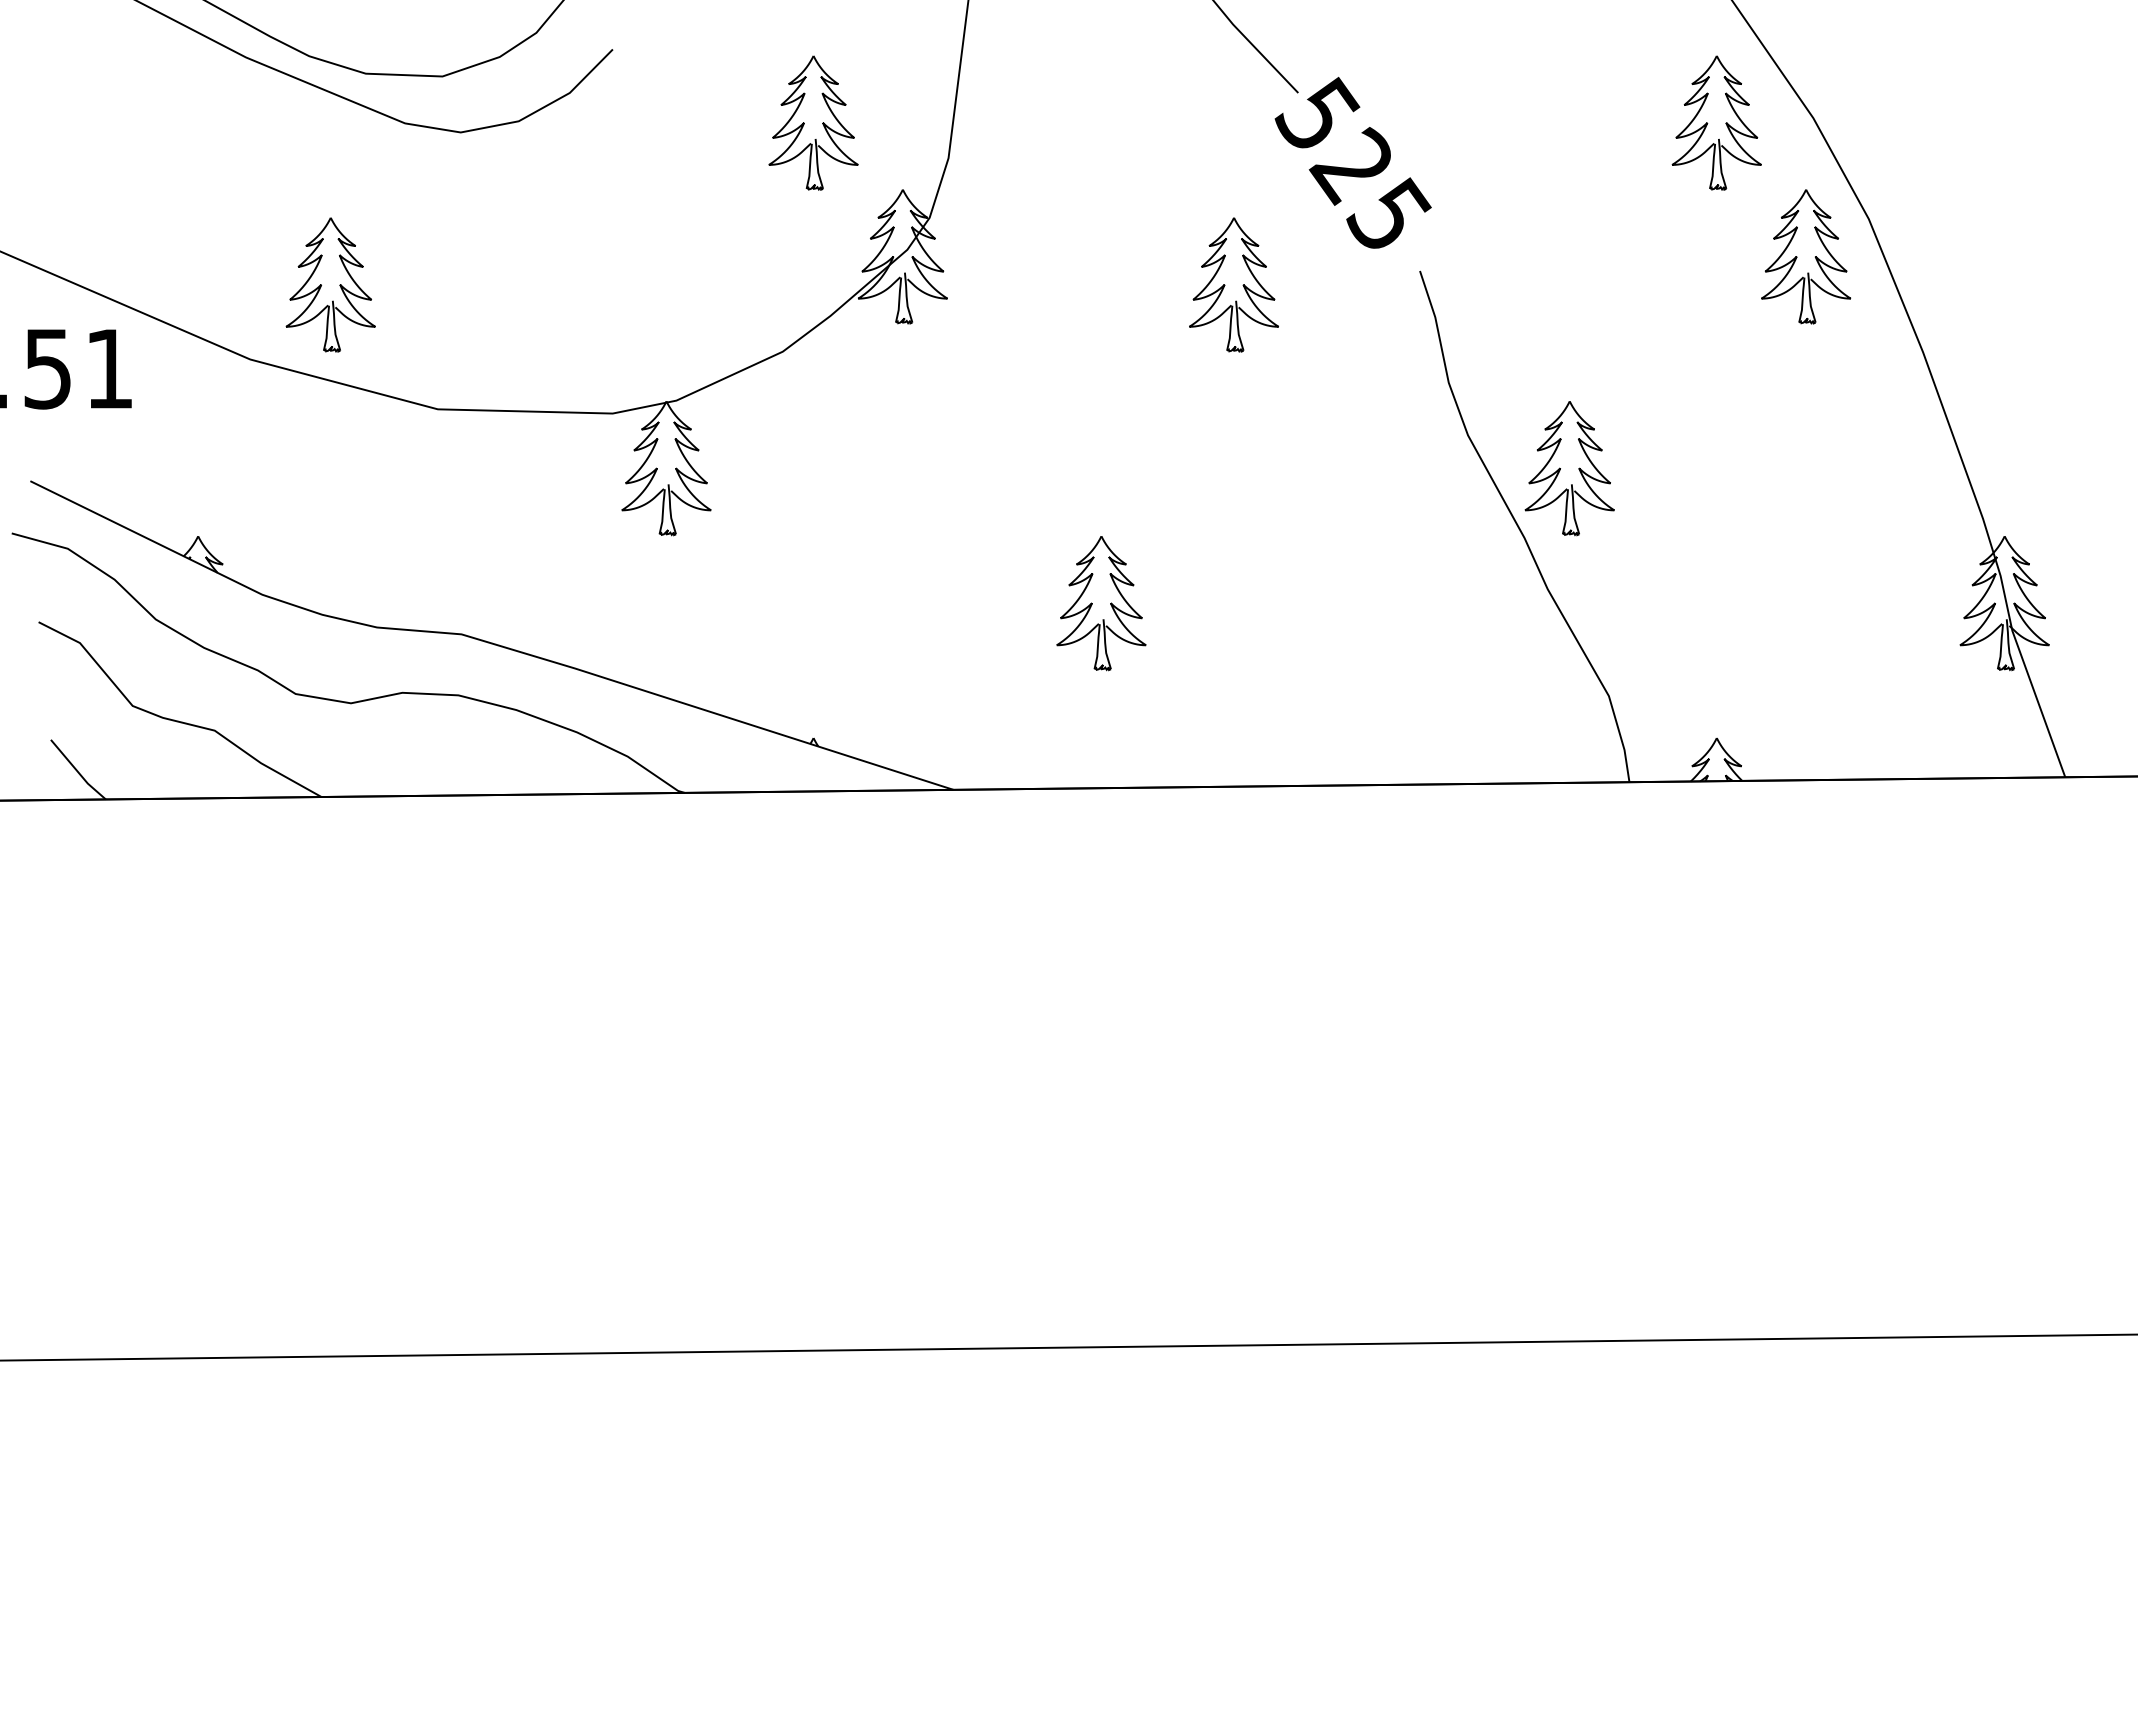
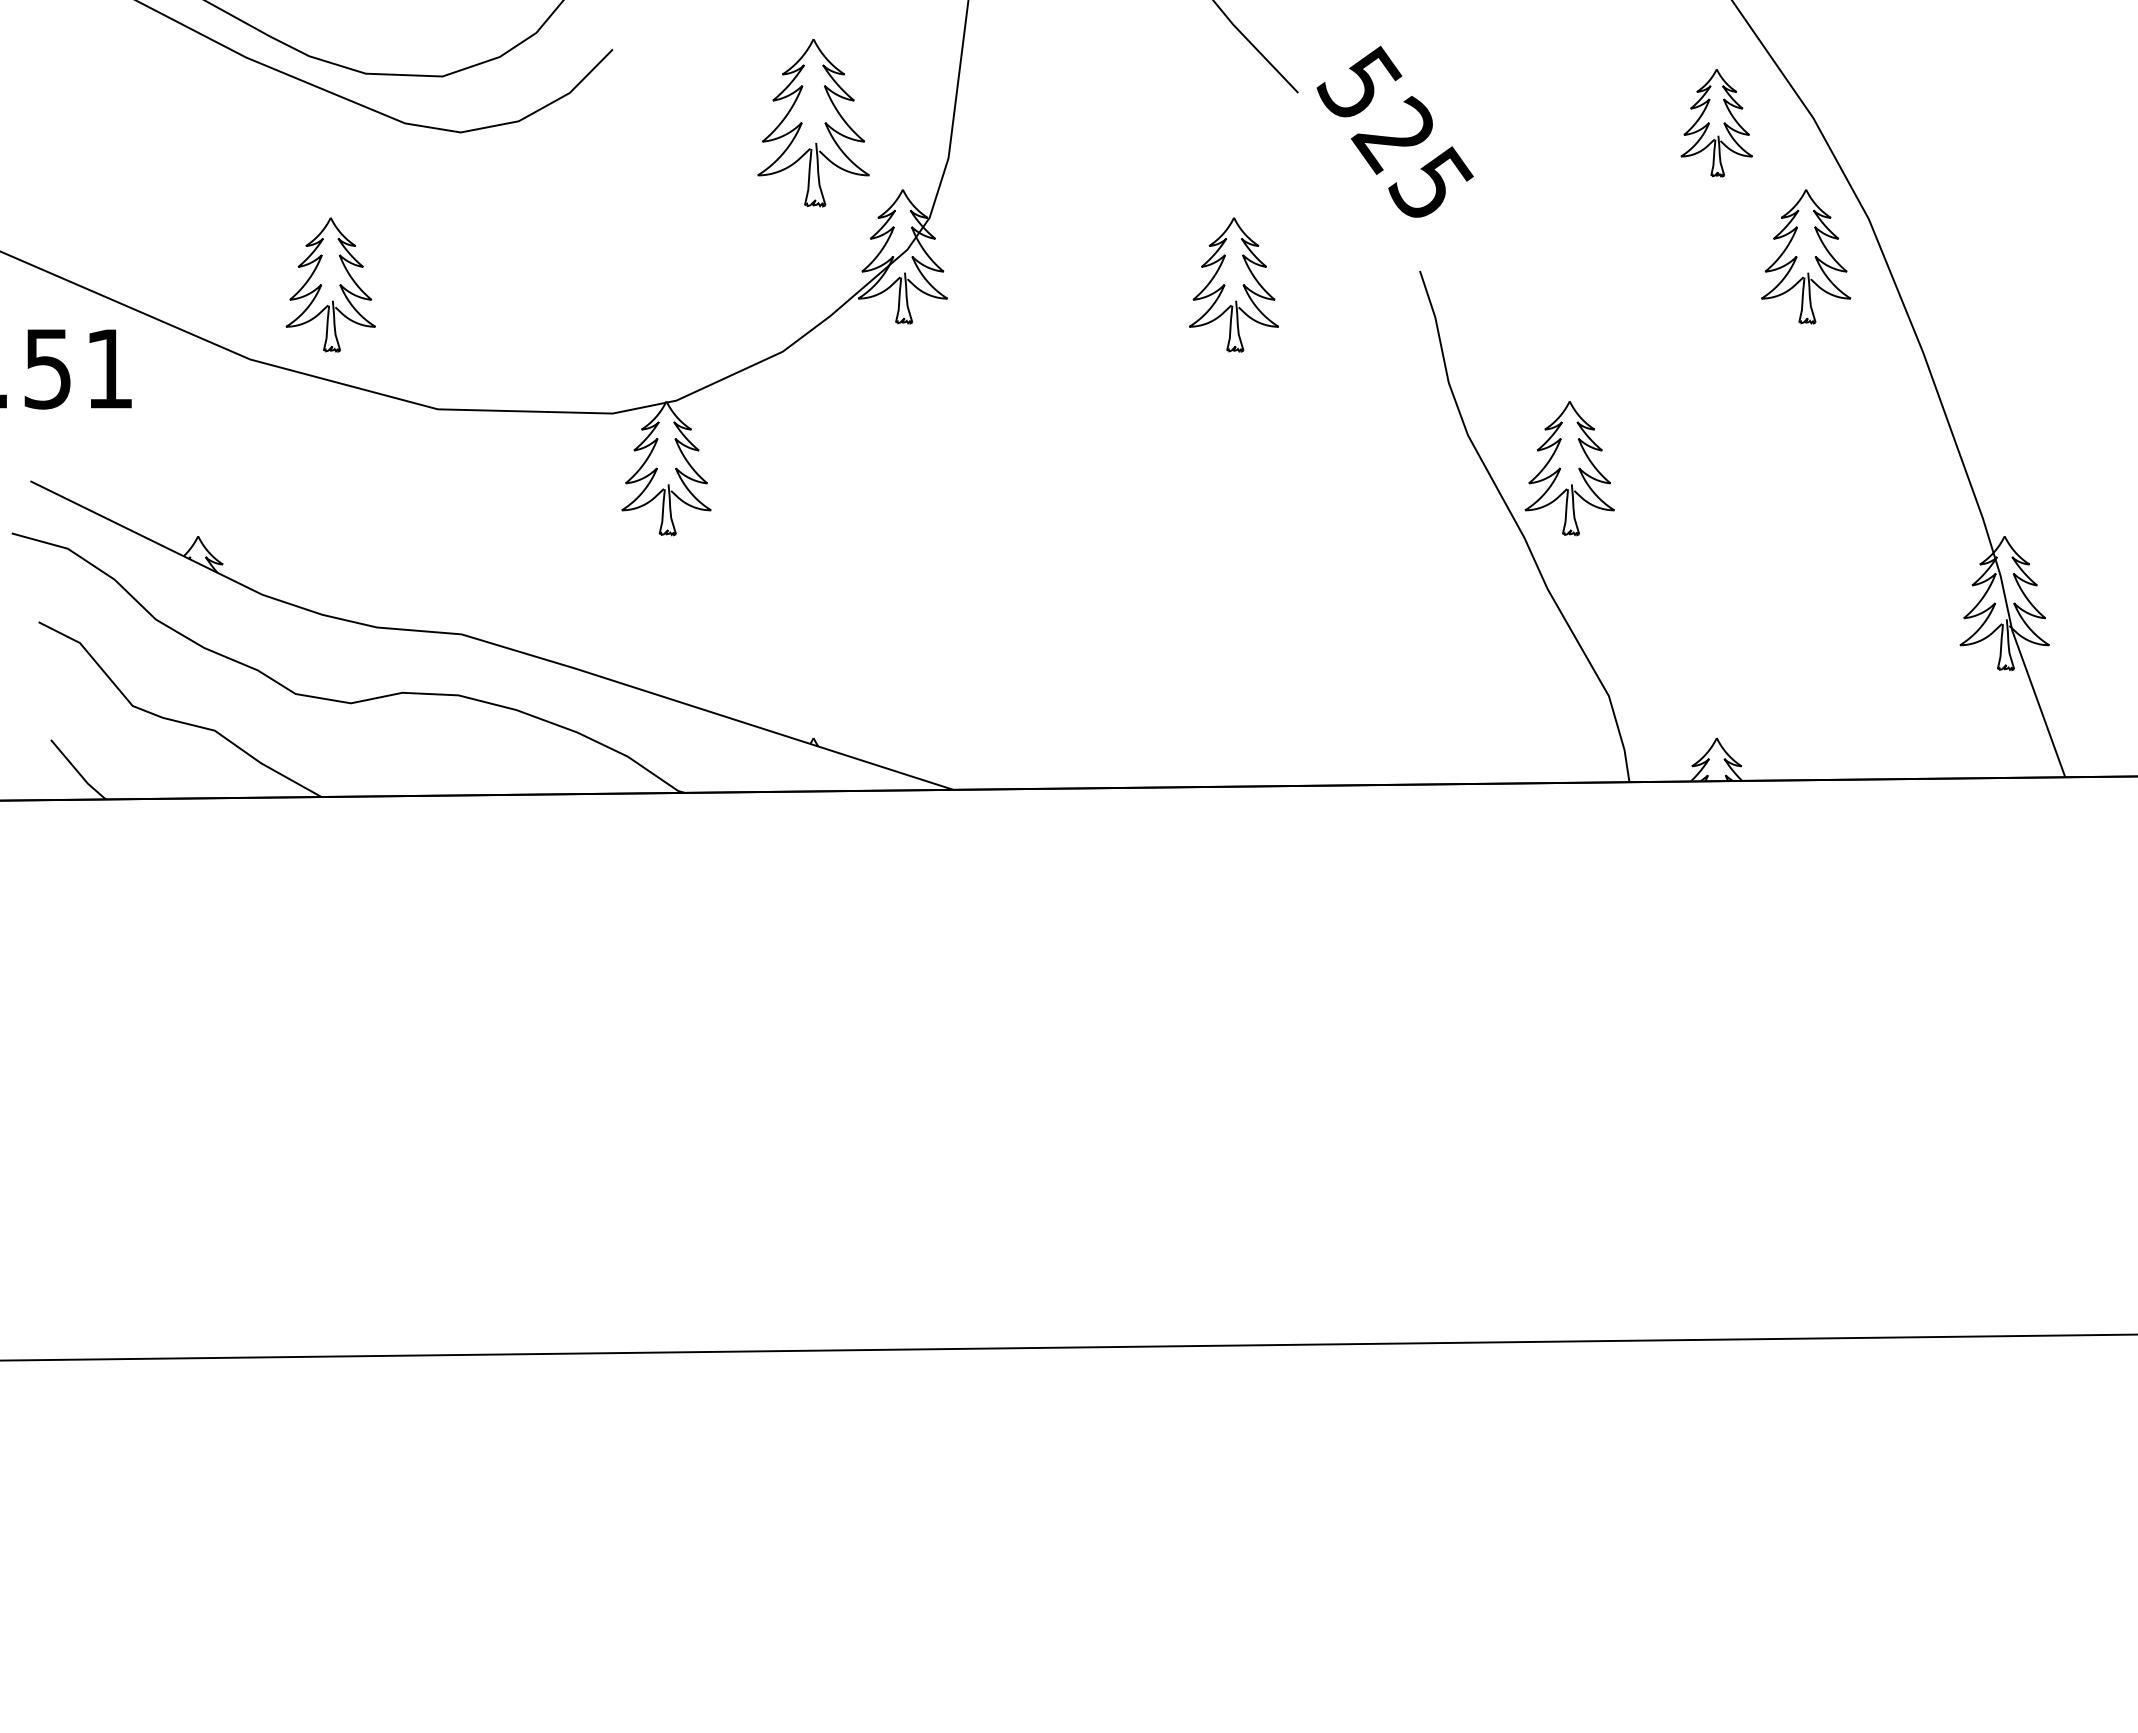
part at (813, 122) size: 91x136 px -> 113x169 px
part at (1716, 122) size: 91x136 px -> 73x109 px
text at (1352, 162) position: (1352, 162) -> (1394, 131)
part at (1101, 603): present -> none
